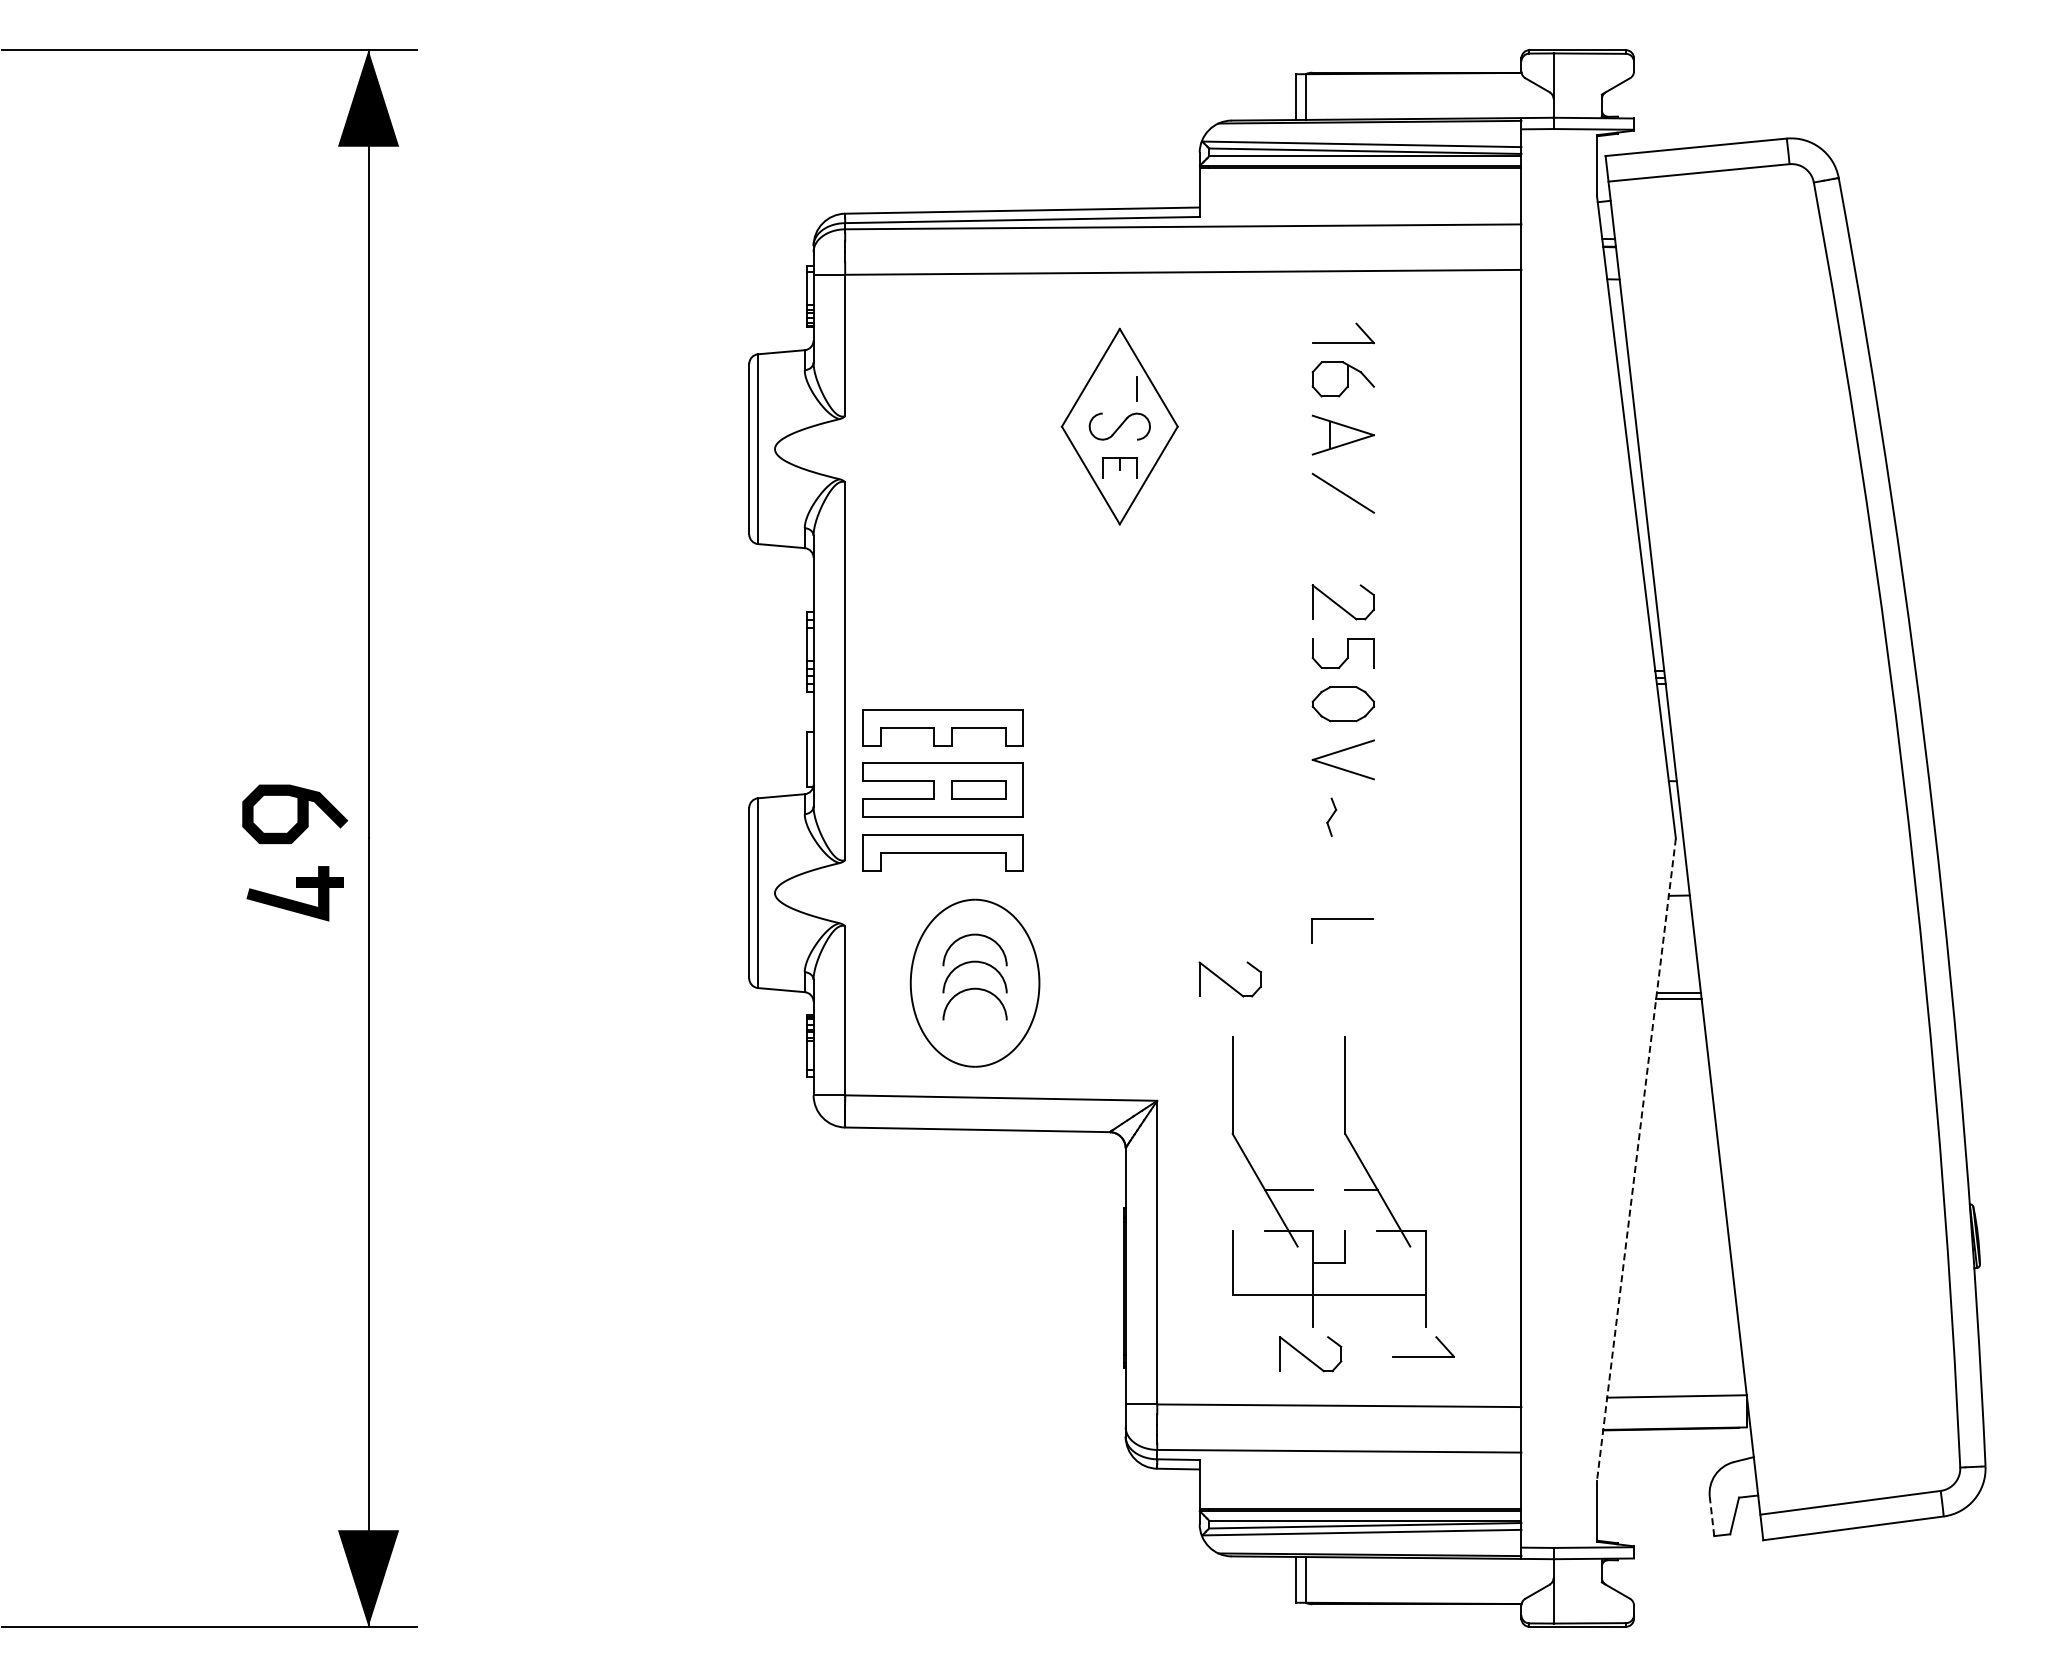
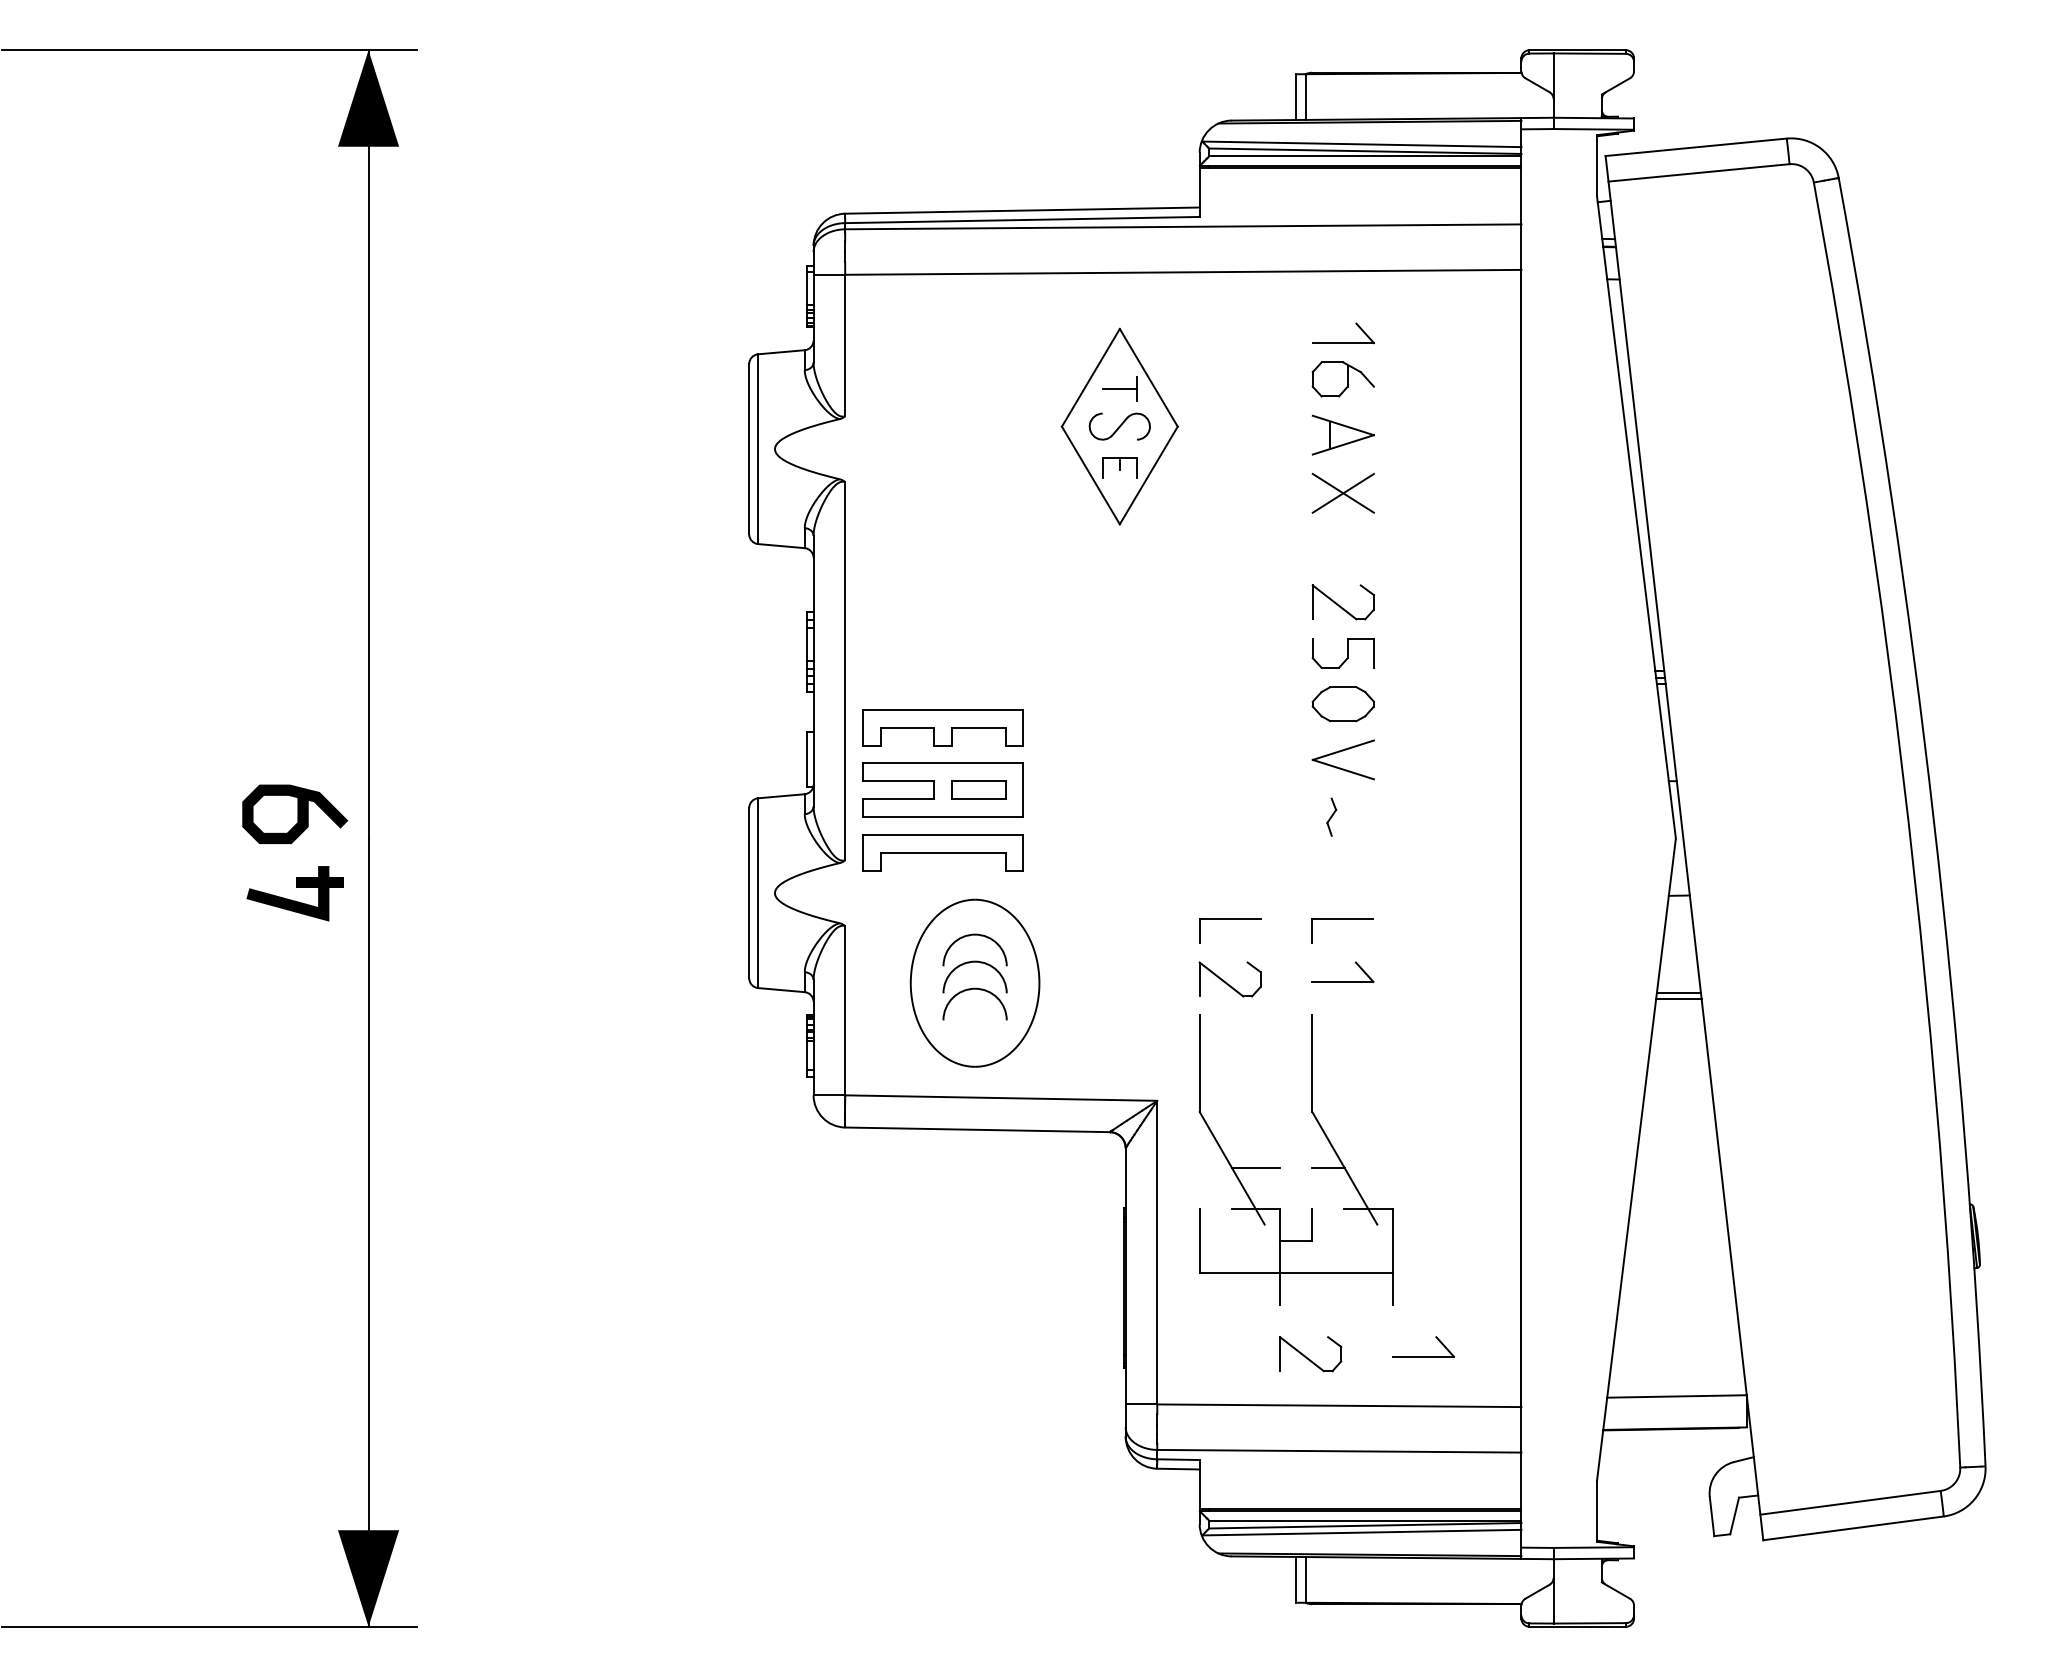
line at (1119, 389): none -> present
line at (1342, 492): none -> present
part at (1230, 919): none -> present
part at (1342, 981): none -> present
line at (1636, 1159): dashed -> solid
part at (1313, 1189) position: (1313, 1189) -> (1280, 1167)
line at (1712, 1516): dashed -> solid
